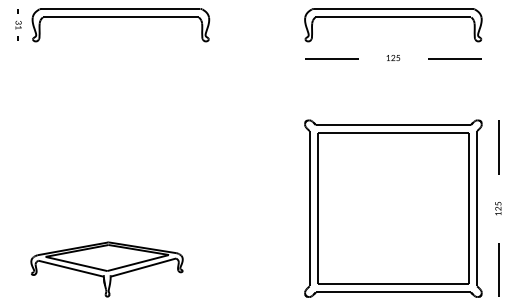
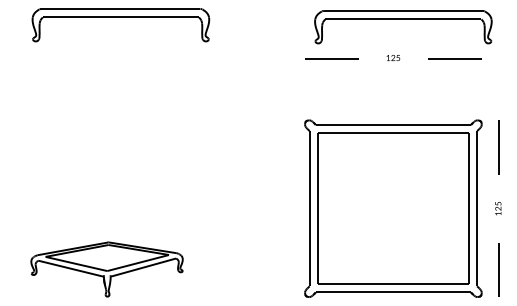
part at (393, 17) position: (393, 17) -> (403, 19)
part at (18, 24): present -> none
